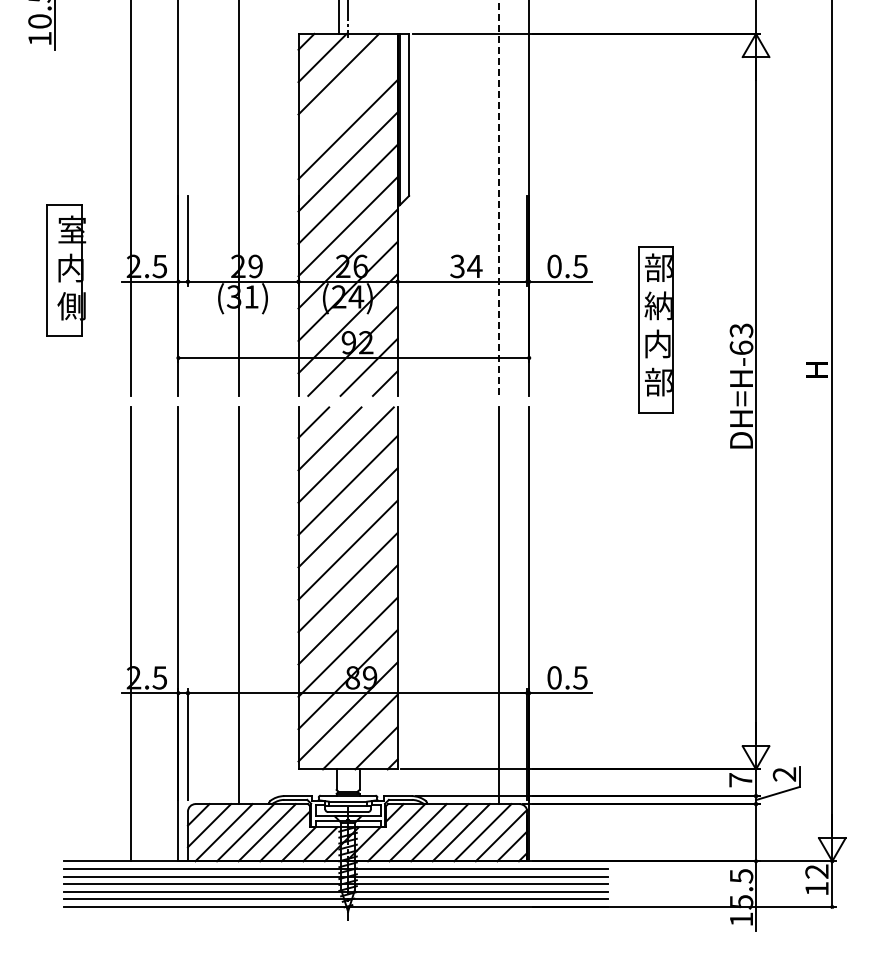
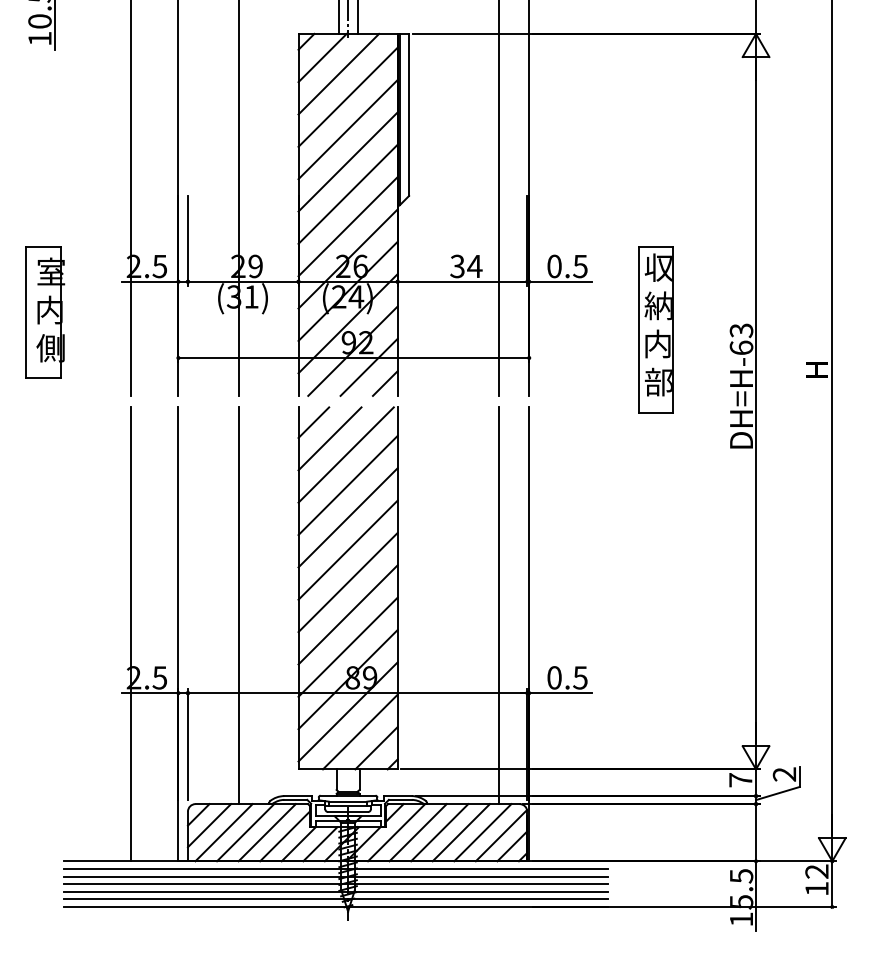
line at (357, 17): none -> present
line at (347, 96): none -> present
line at (498, 198): dashed -> solid
text at (657, 267): 部 -> 収
part at (66, 270) position: (66, 270) -> (45, 312)
